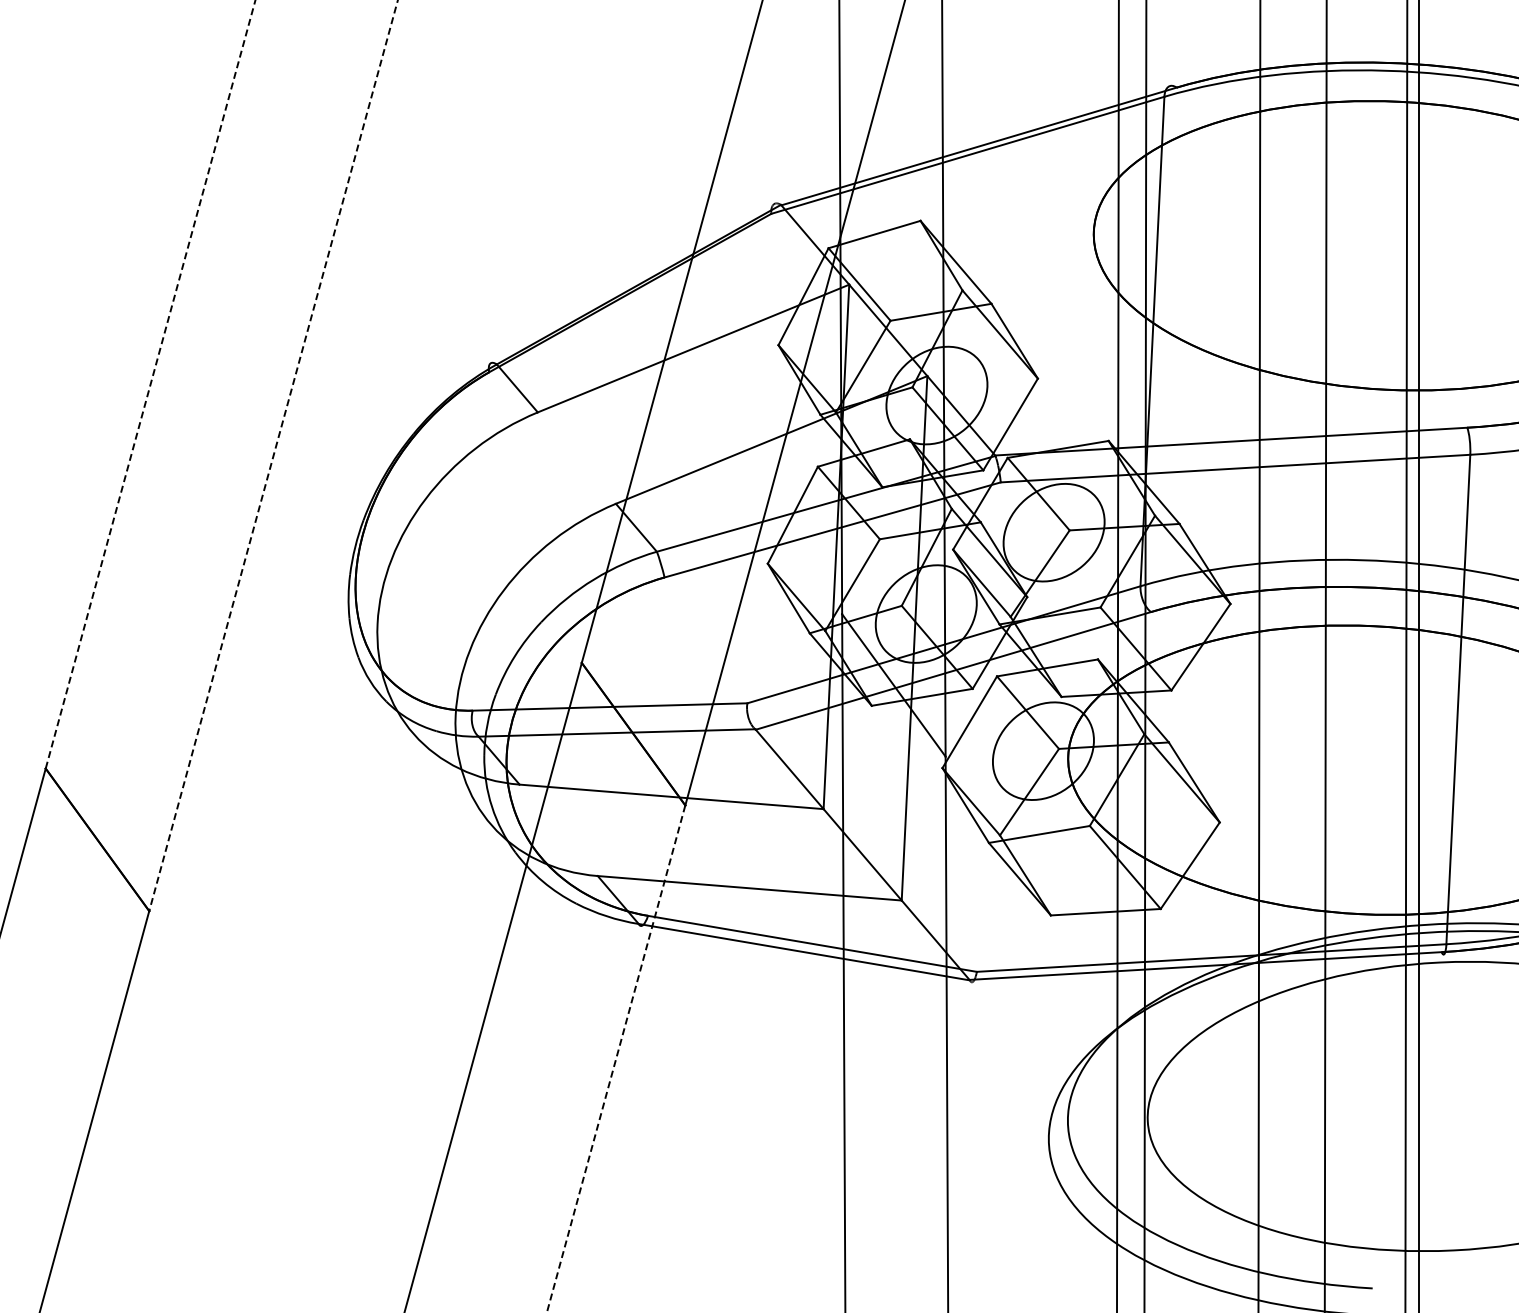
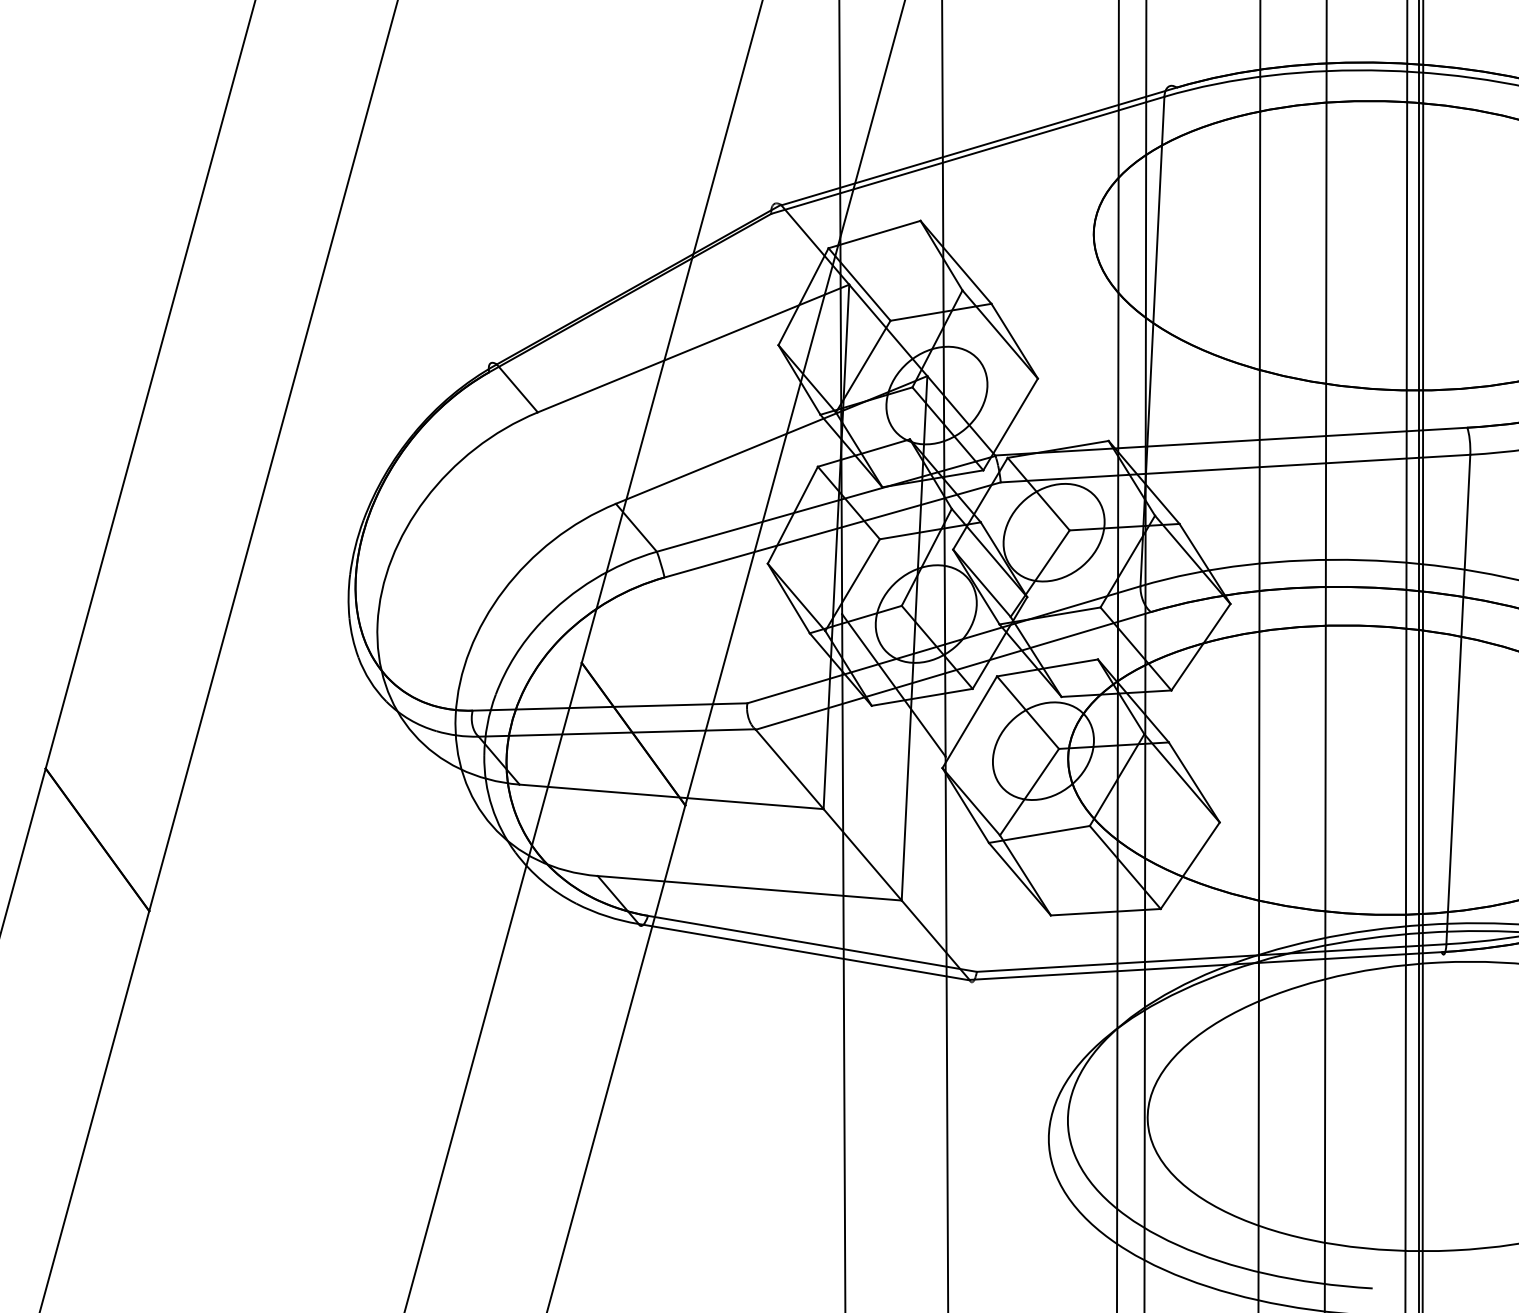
line at (150, 384): dashed -> solid
line at (273, 455): dashed -> solid
line at (1422, 655): none -> present
line at (616, 1059): dashed -> solid
